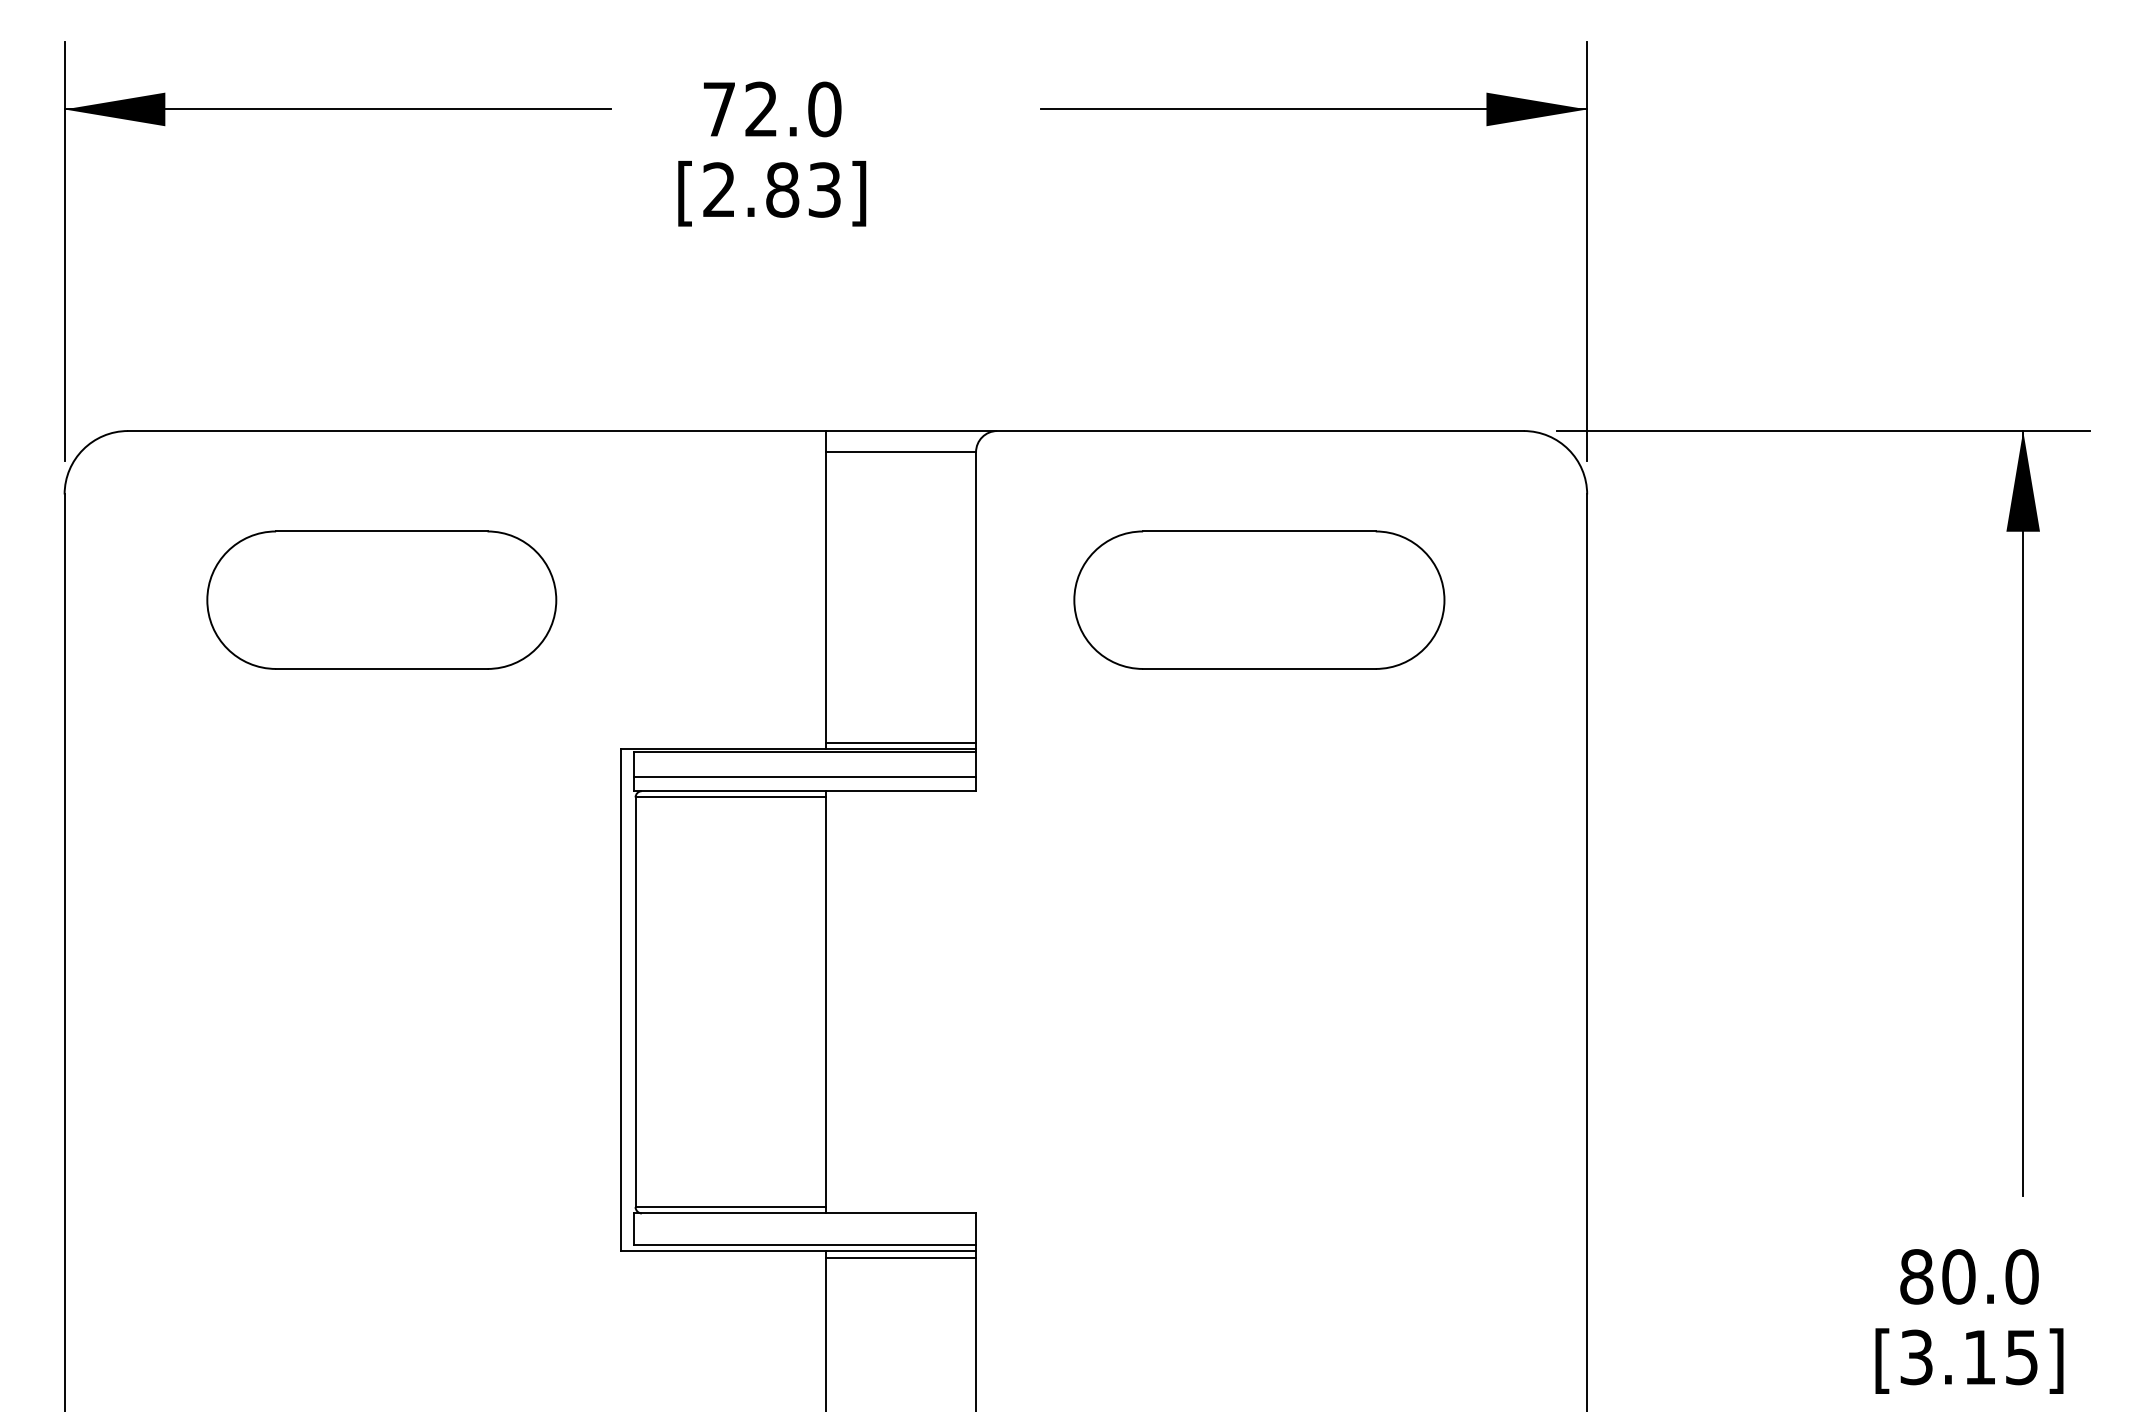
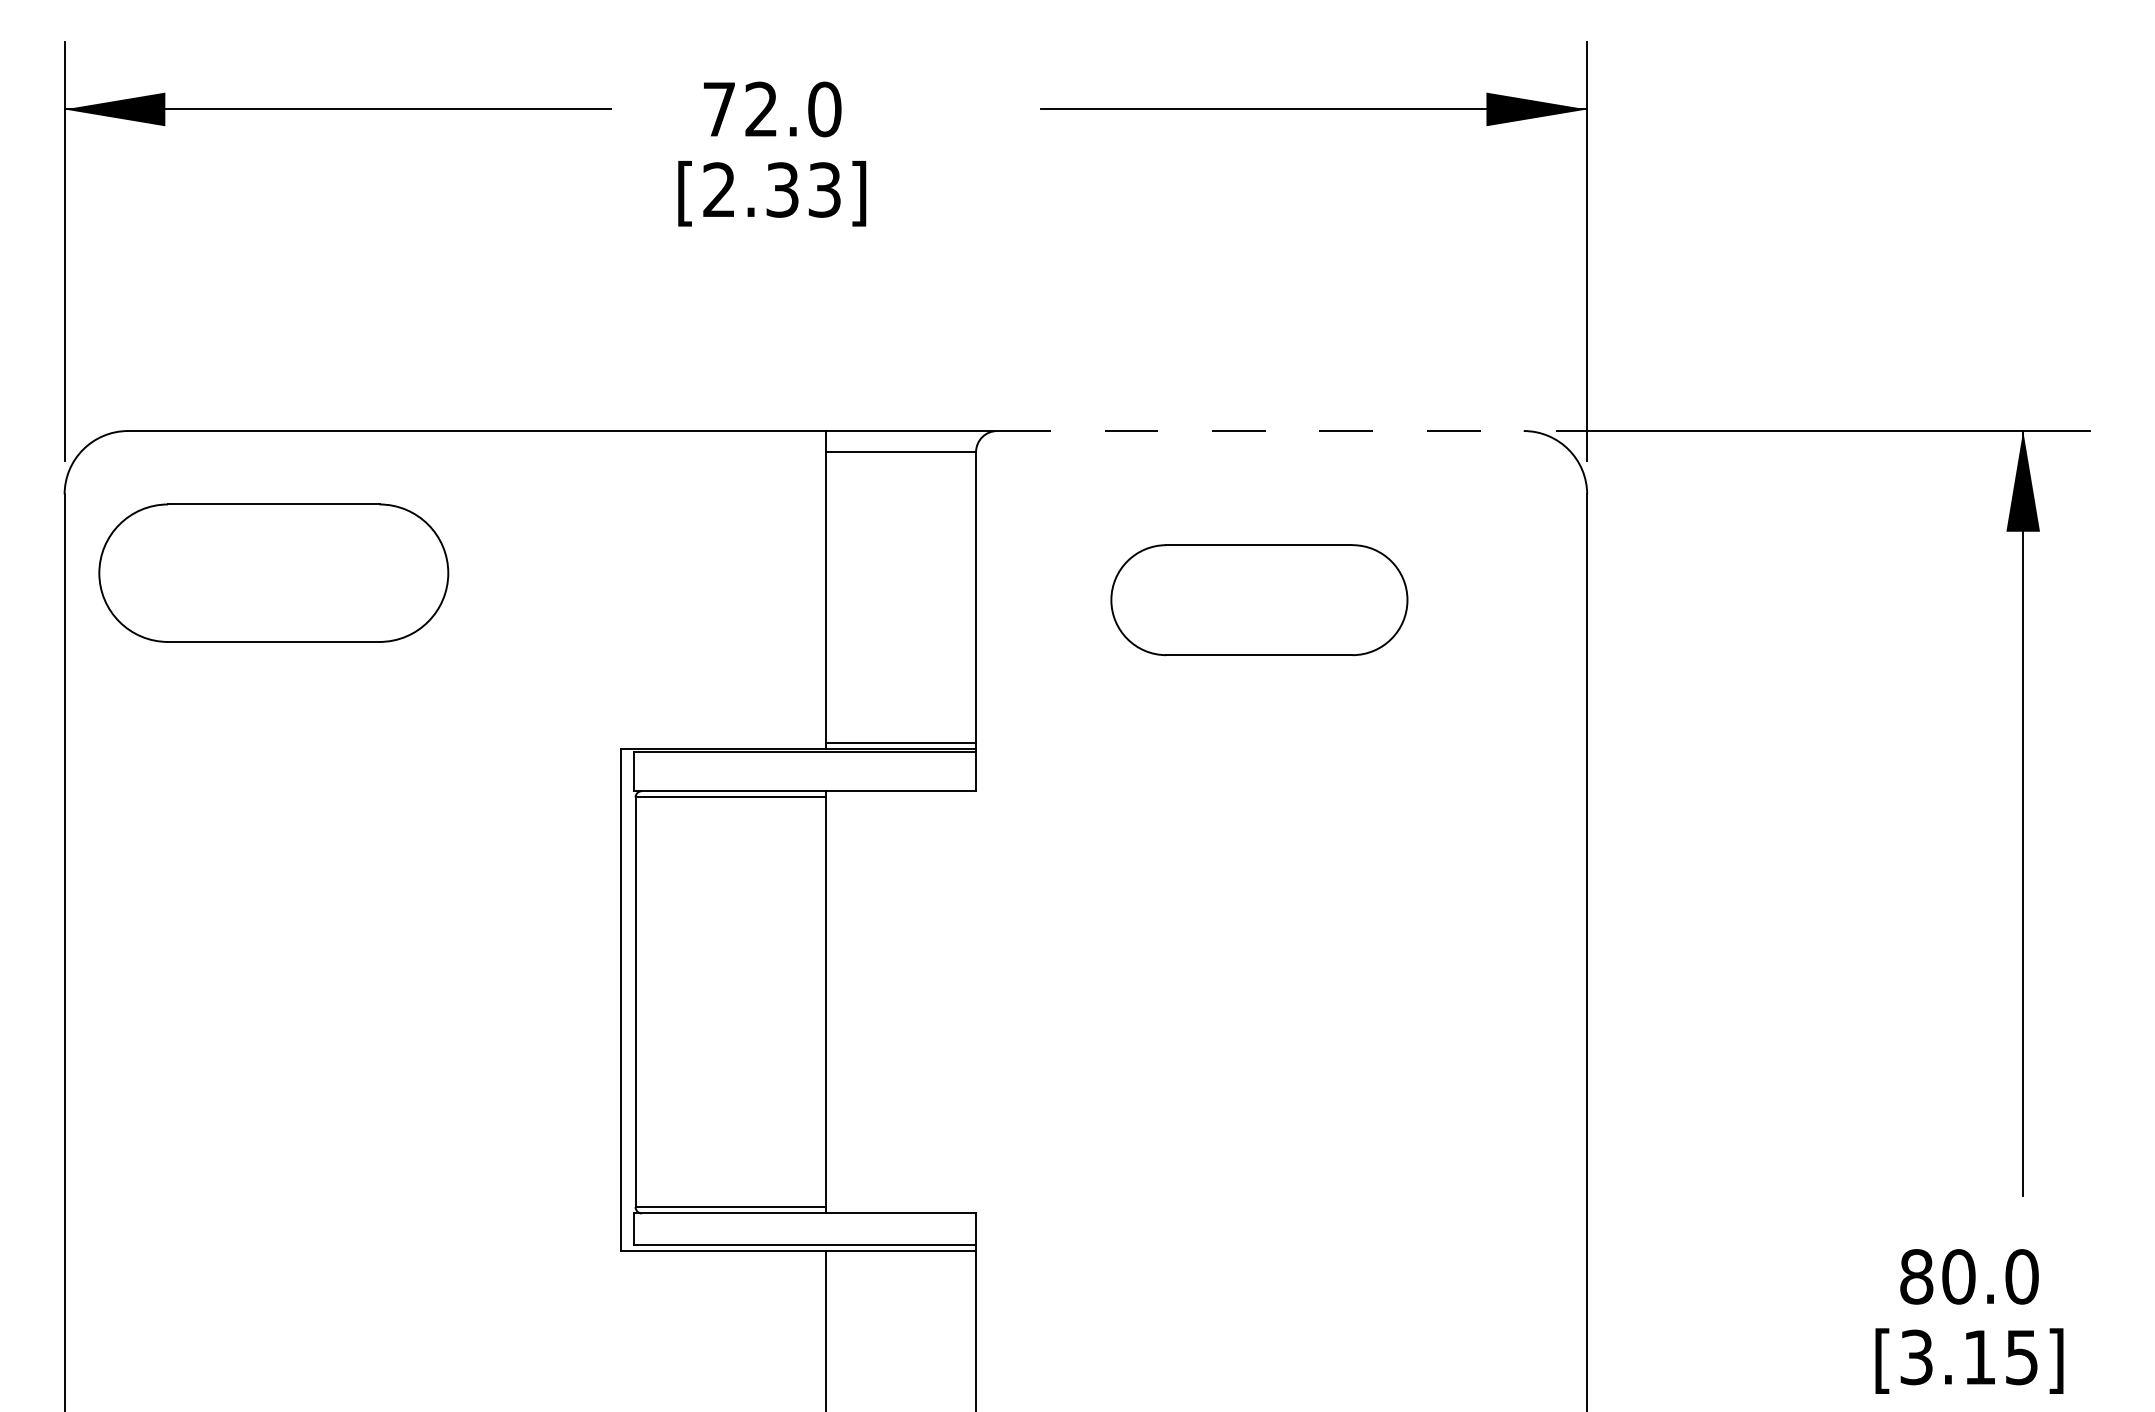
text at (782, 189): [2.83] -> [2.33]
line at (1260, 431): solid -> dashed
part at (381, 599) position: (381, 599) -> (273, 572)
part at (1259, 599) size: 373x140 px -> 299x112 px
line at (805, 776): present -> none
line at (900, 1257): present -> none
